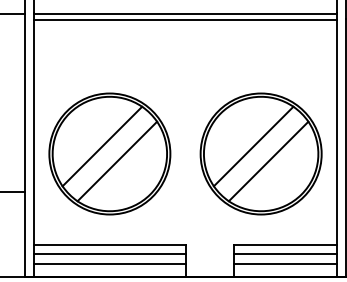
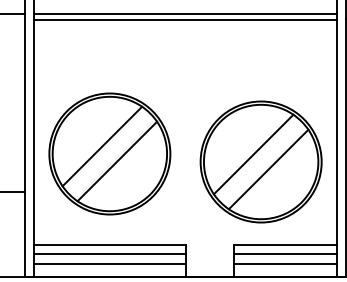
part at (260, 153) position: (260, 153) -> (260, 161)
